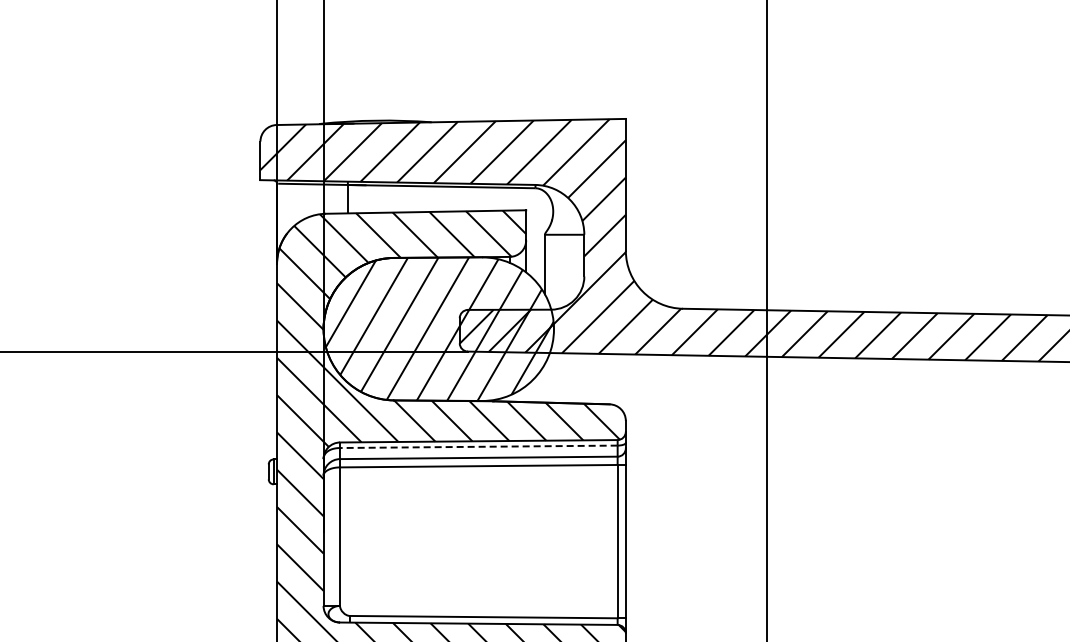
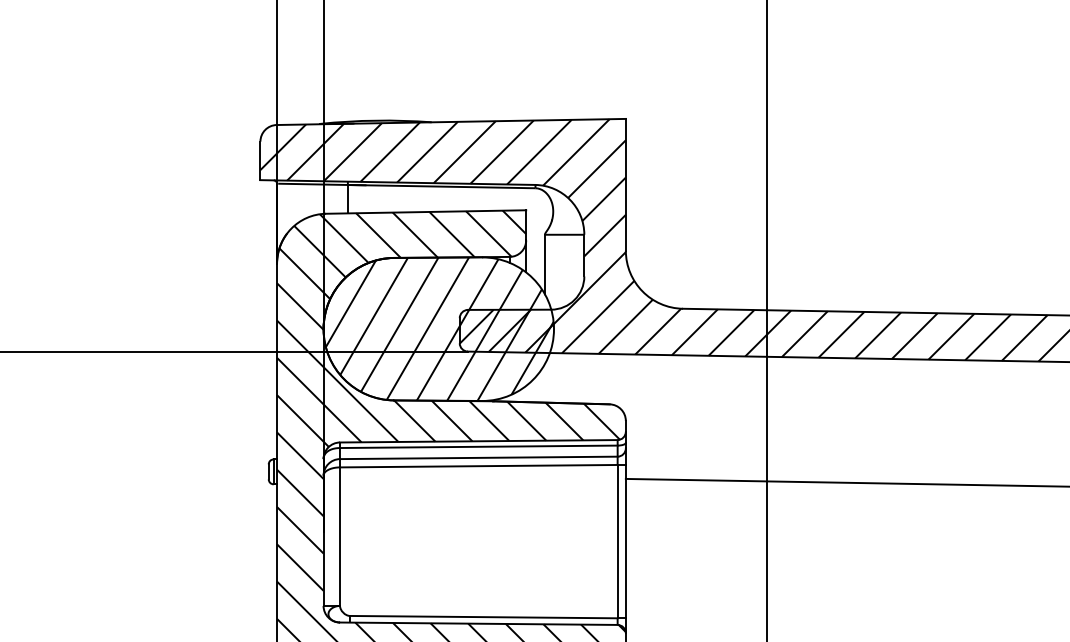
line at (478, 446): dashed -> solid
line at (845, 482): none -> present
